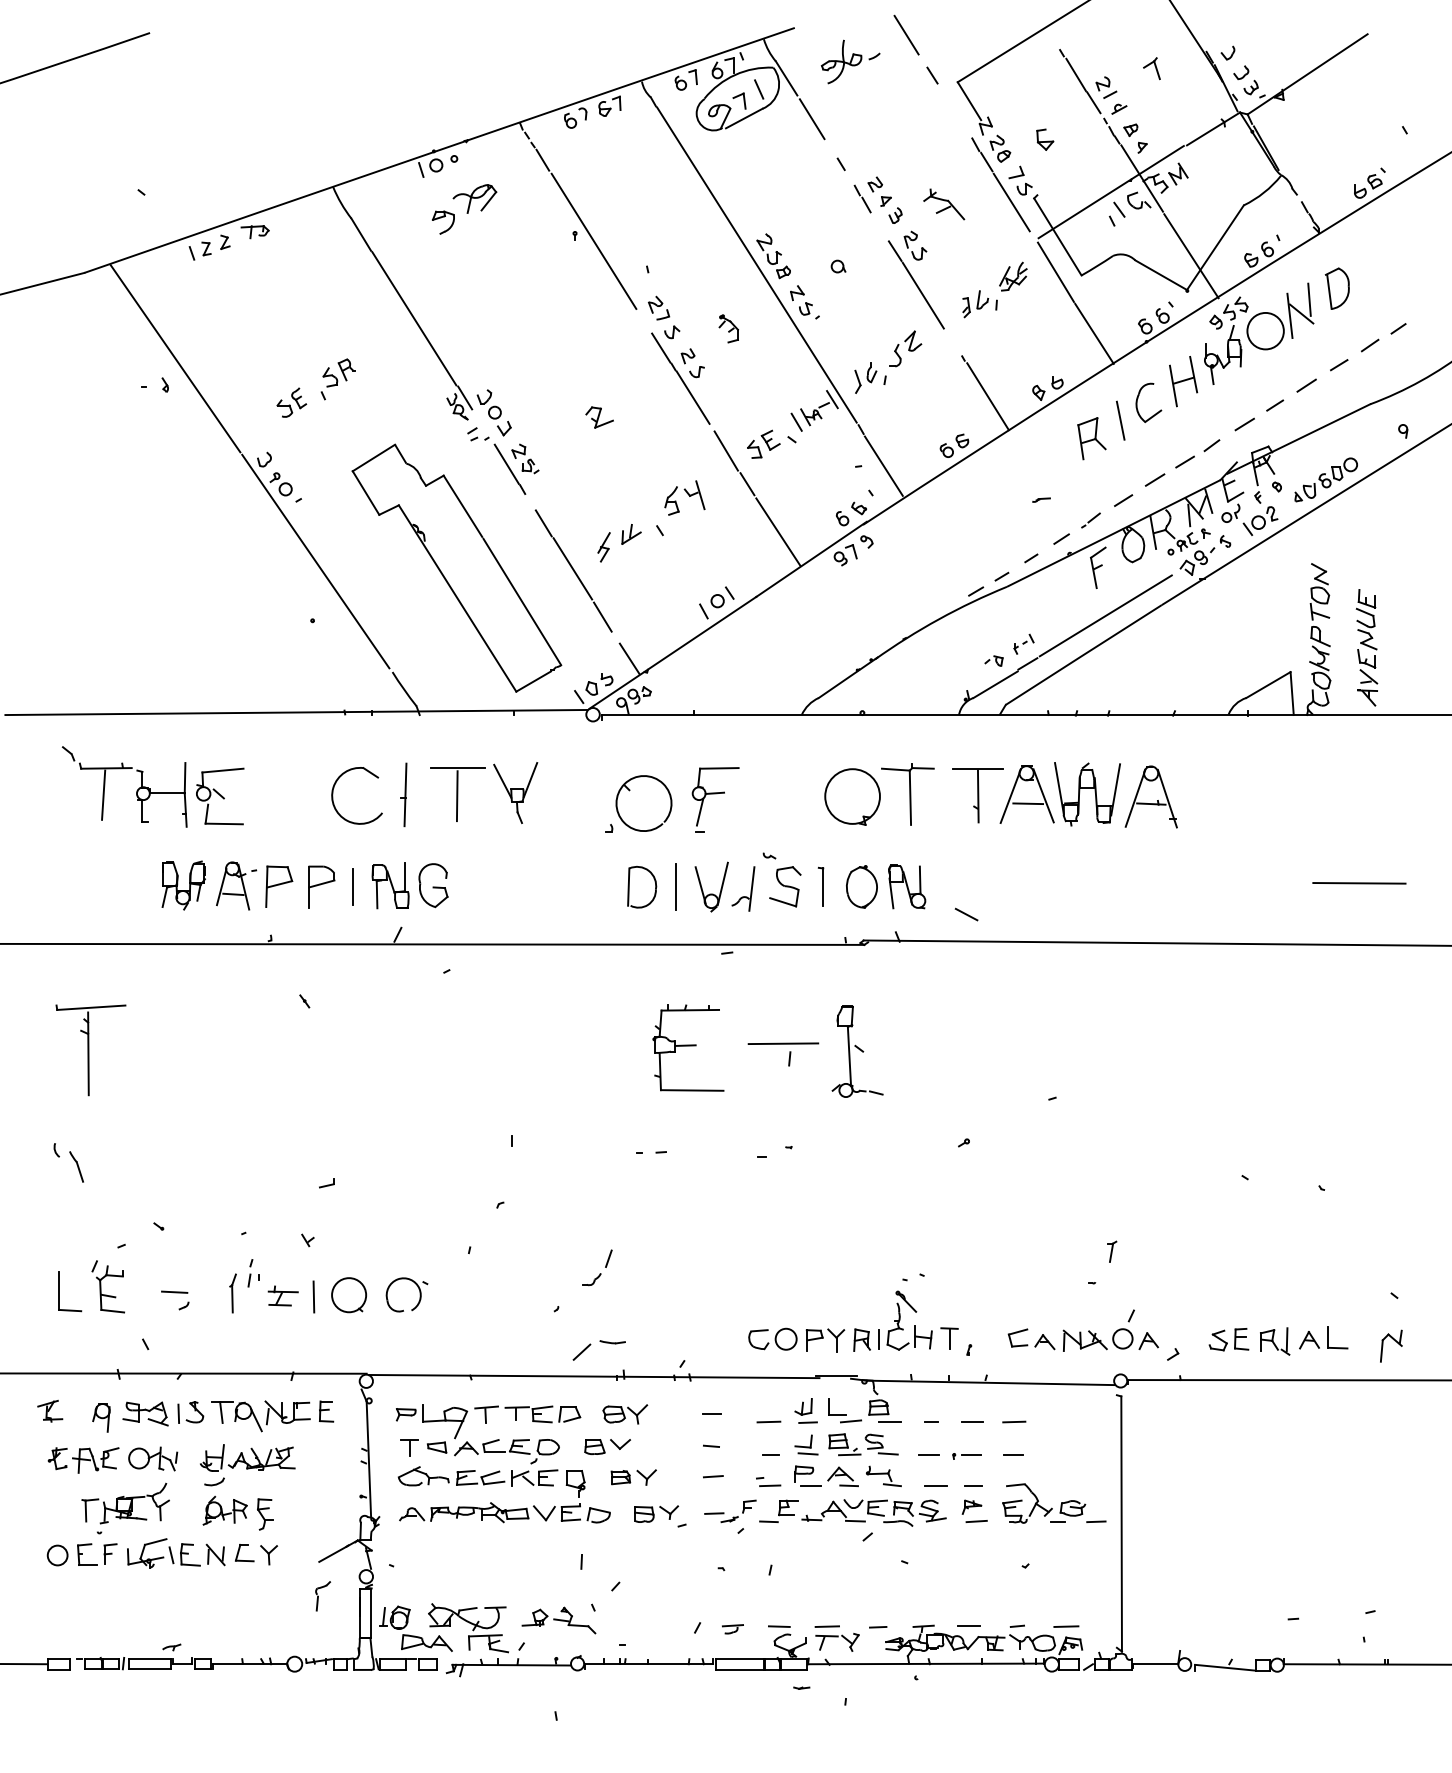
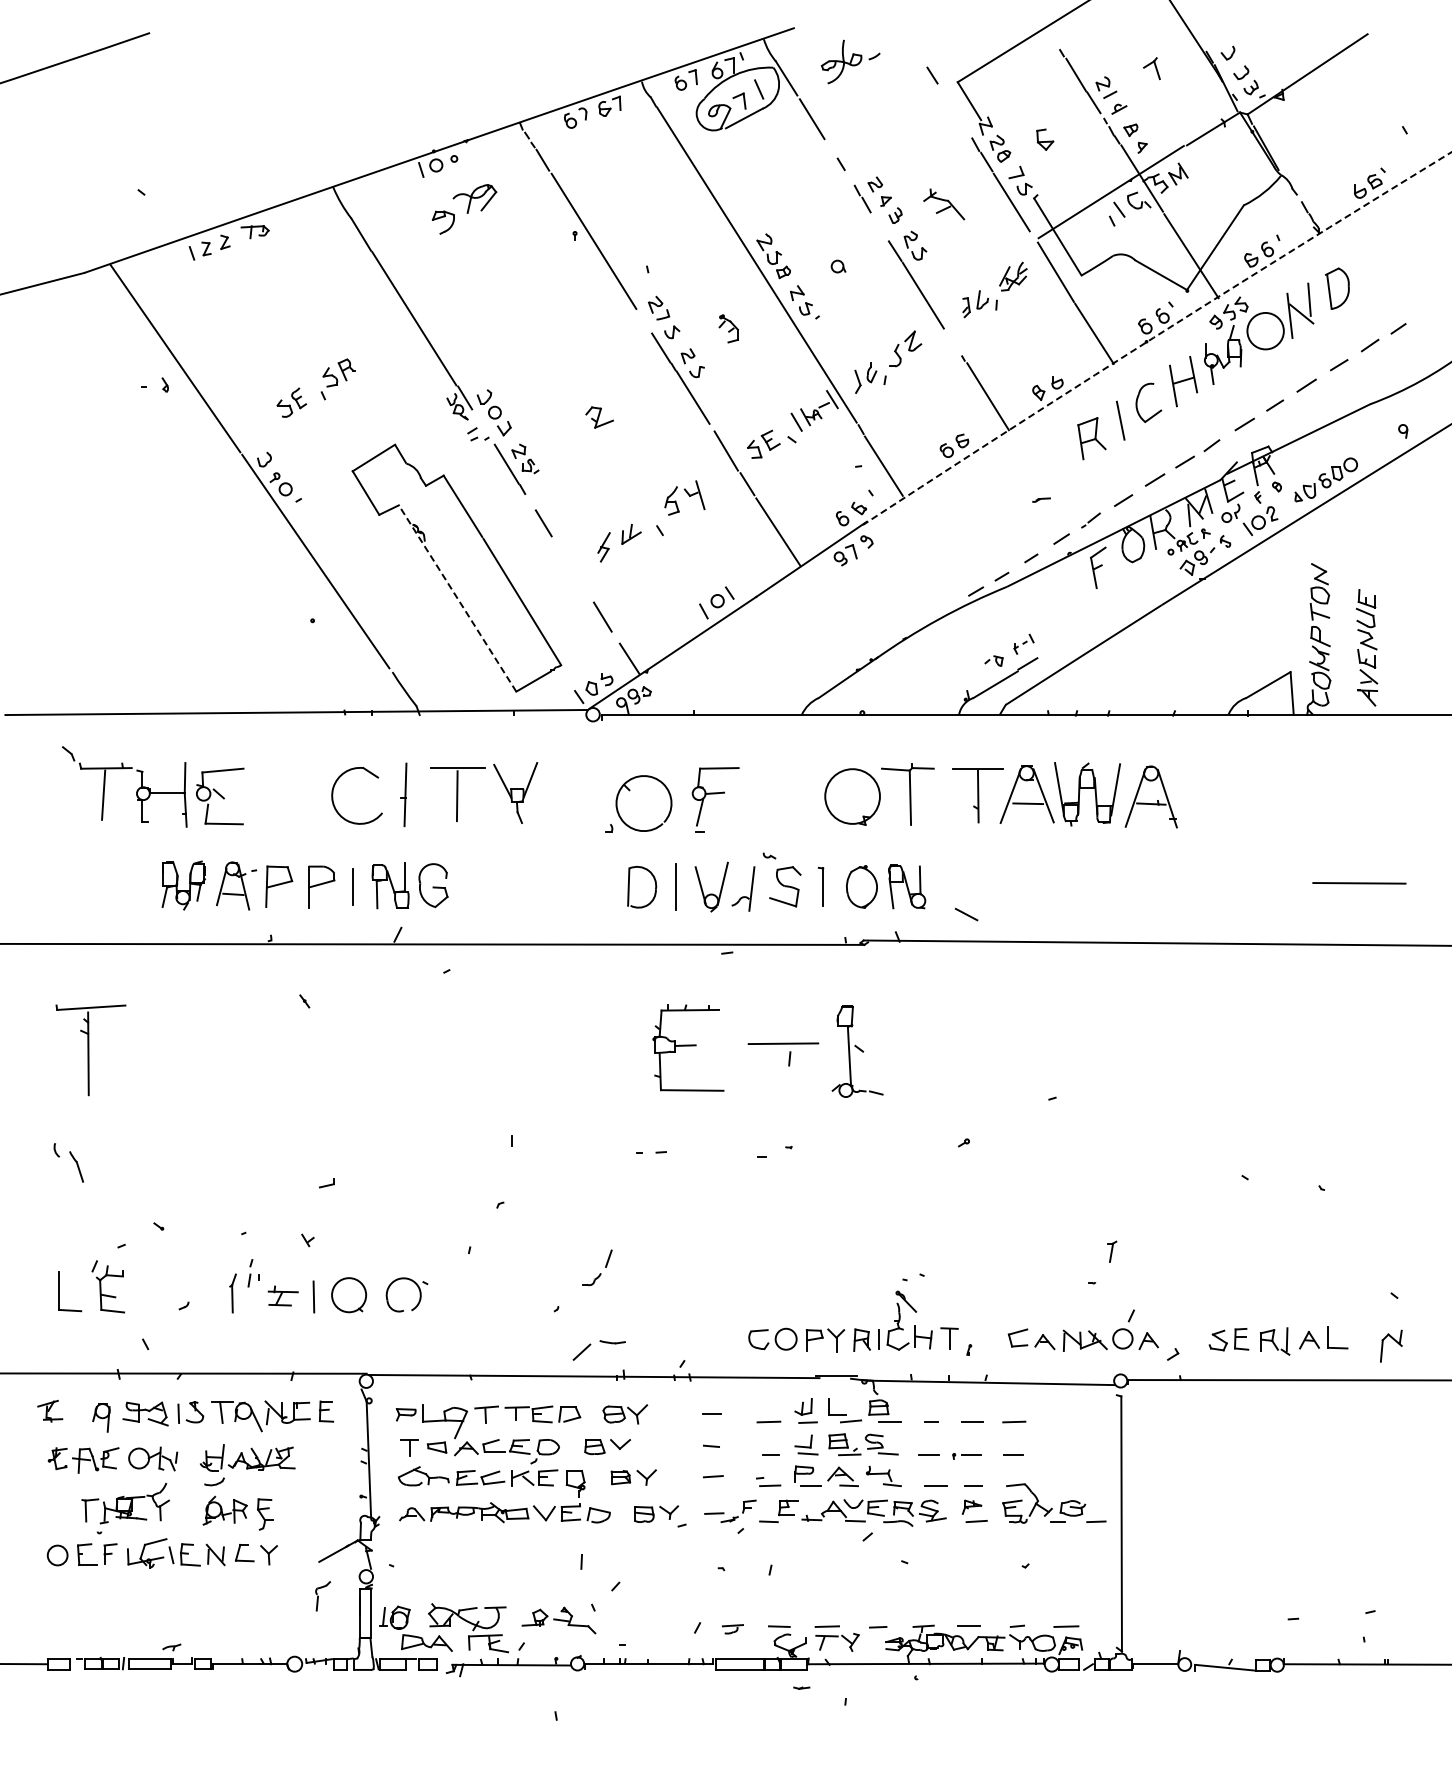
line at (906, 34): present -> none
arc at (1155, 336): solid -> dashed
line at (572, 568): present -> none
line at (457, 598): solid -> dashed
line at (1105, 615): present -> none
line at (174, 1291): present -> none
